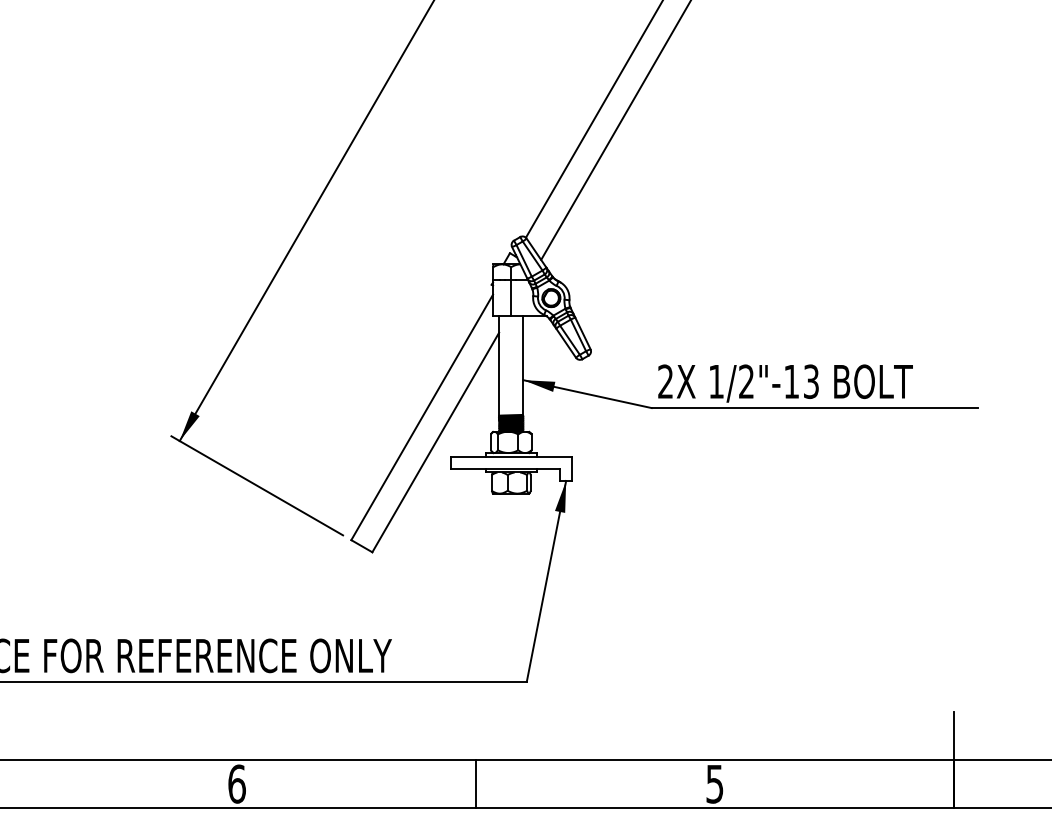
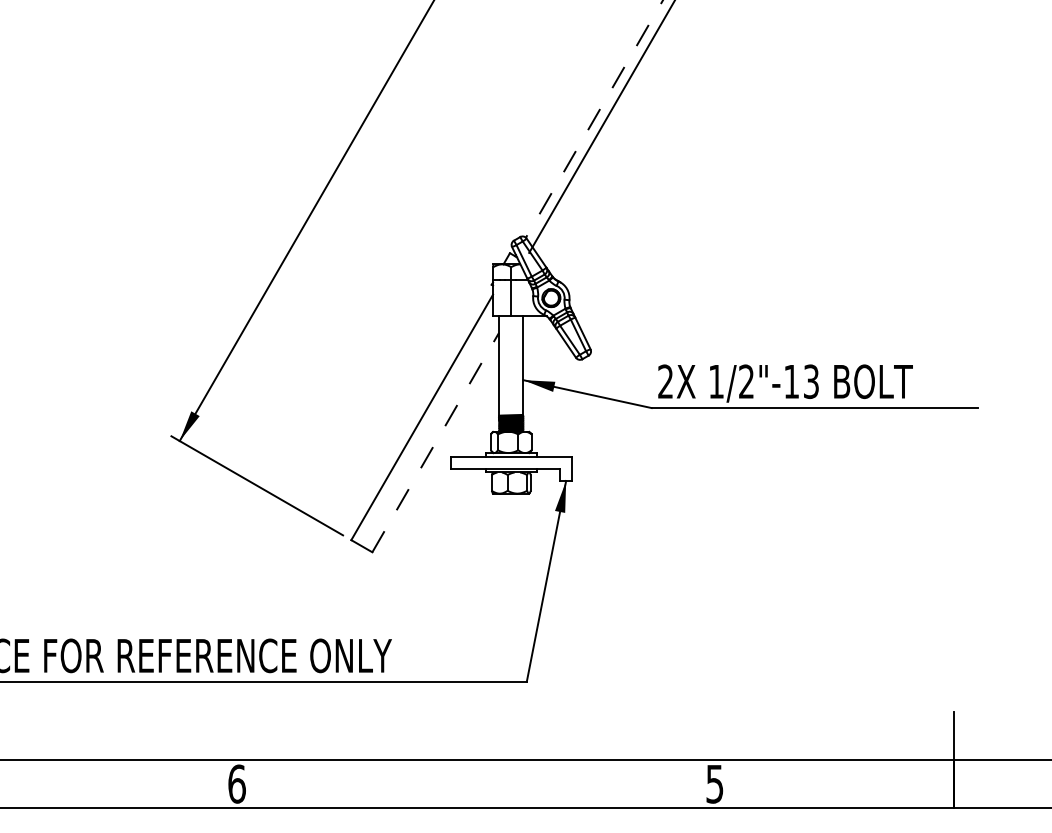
line at (594, 119): solid -> dashed
line at (615, 130) position: (615, 130) -> (601, 127)
line at (435, 442): solid -> dashed
line at (476, 783): present -> none
